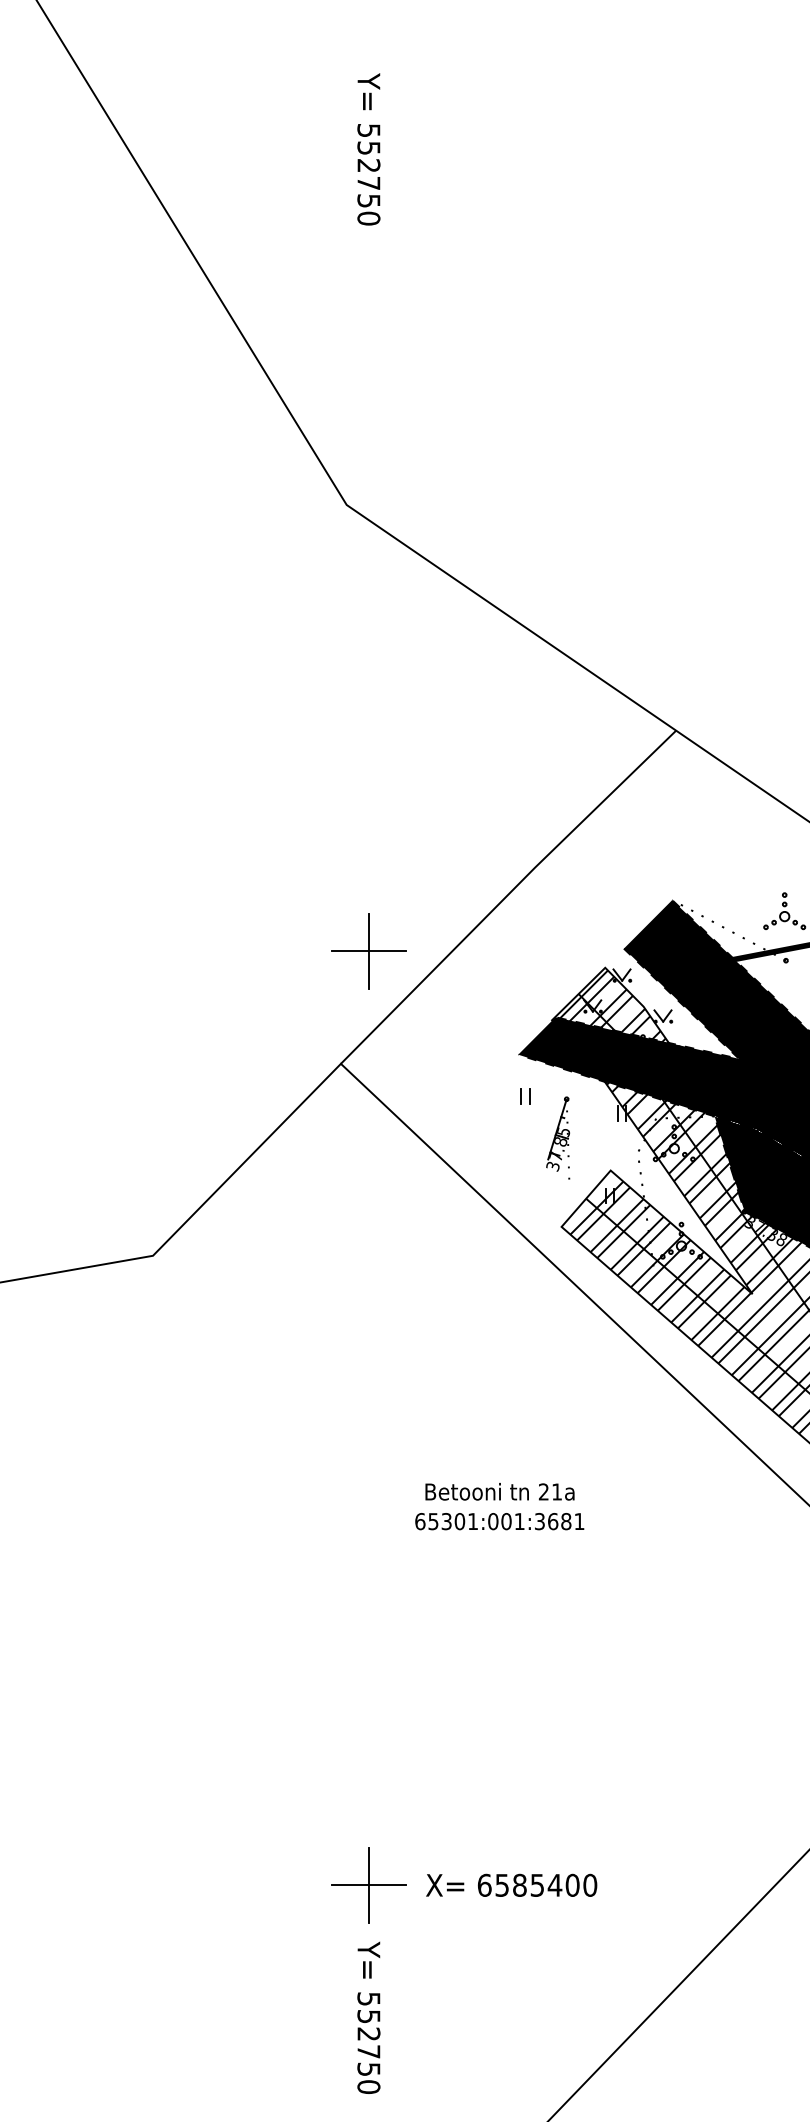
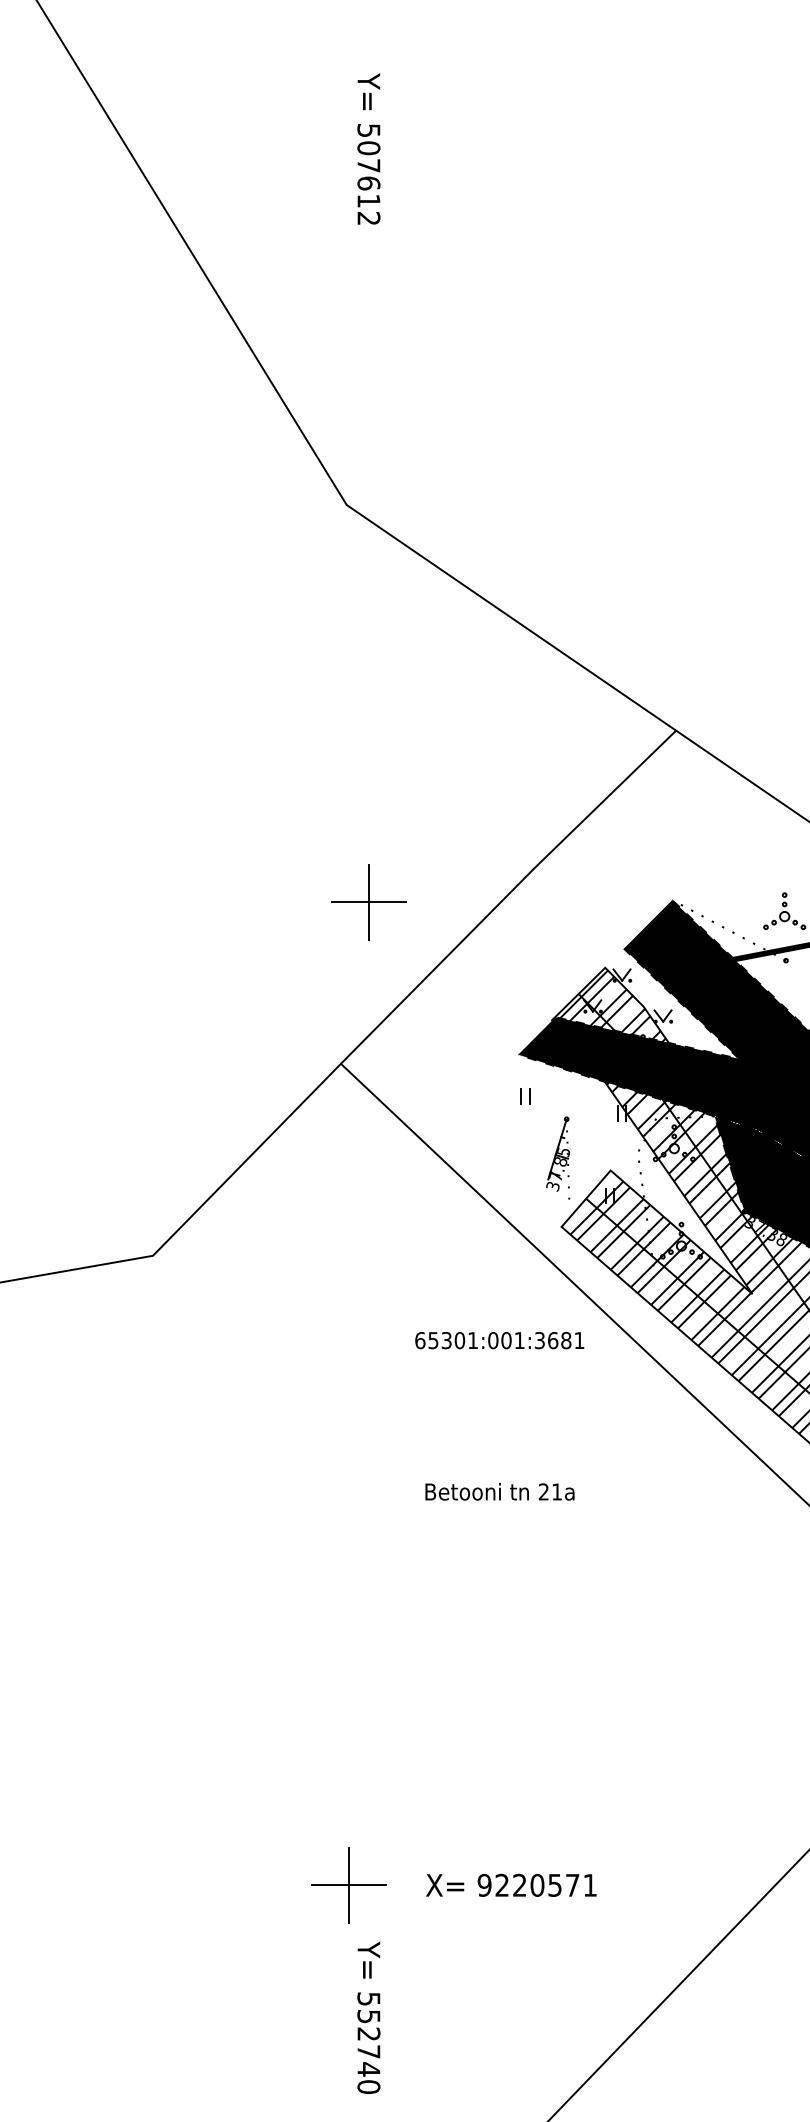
text at (368, 183): 552750 -> 507612
part at (368, 951) position: (368, 951) -> (368, 902)
part at (558, 1137) position: (558, 1137) -> (558, 1157)
text at (499, 1521) position: (499, 1521) -> (499, 1340)
text at (537, 1884): 6585400 -> 9220571
part at (368, 1885) position: (368, 1885) -> (348, 1885)
text at (368, 2069): 552750 -> 552740
